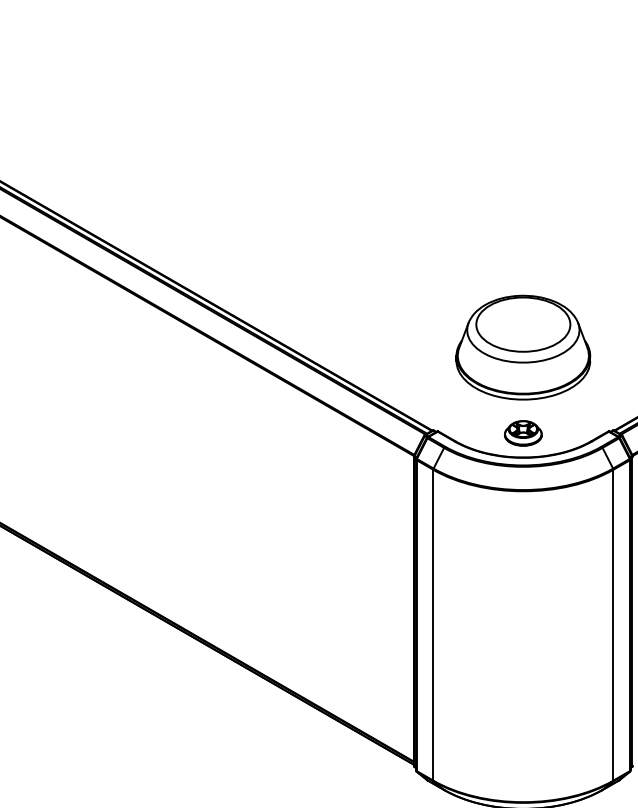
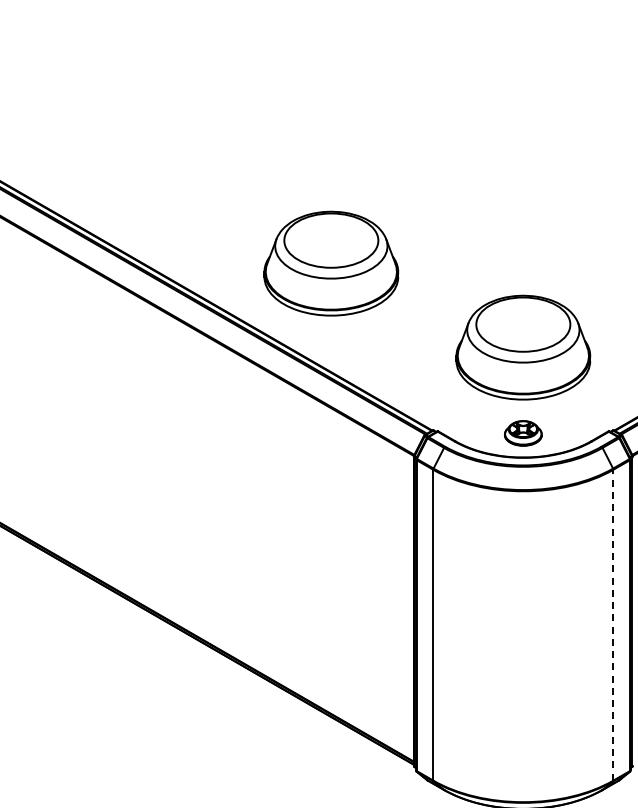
part at (331, 263): none -> present
line at (613, 624): solid -> dashed
